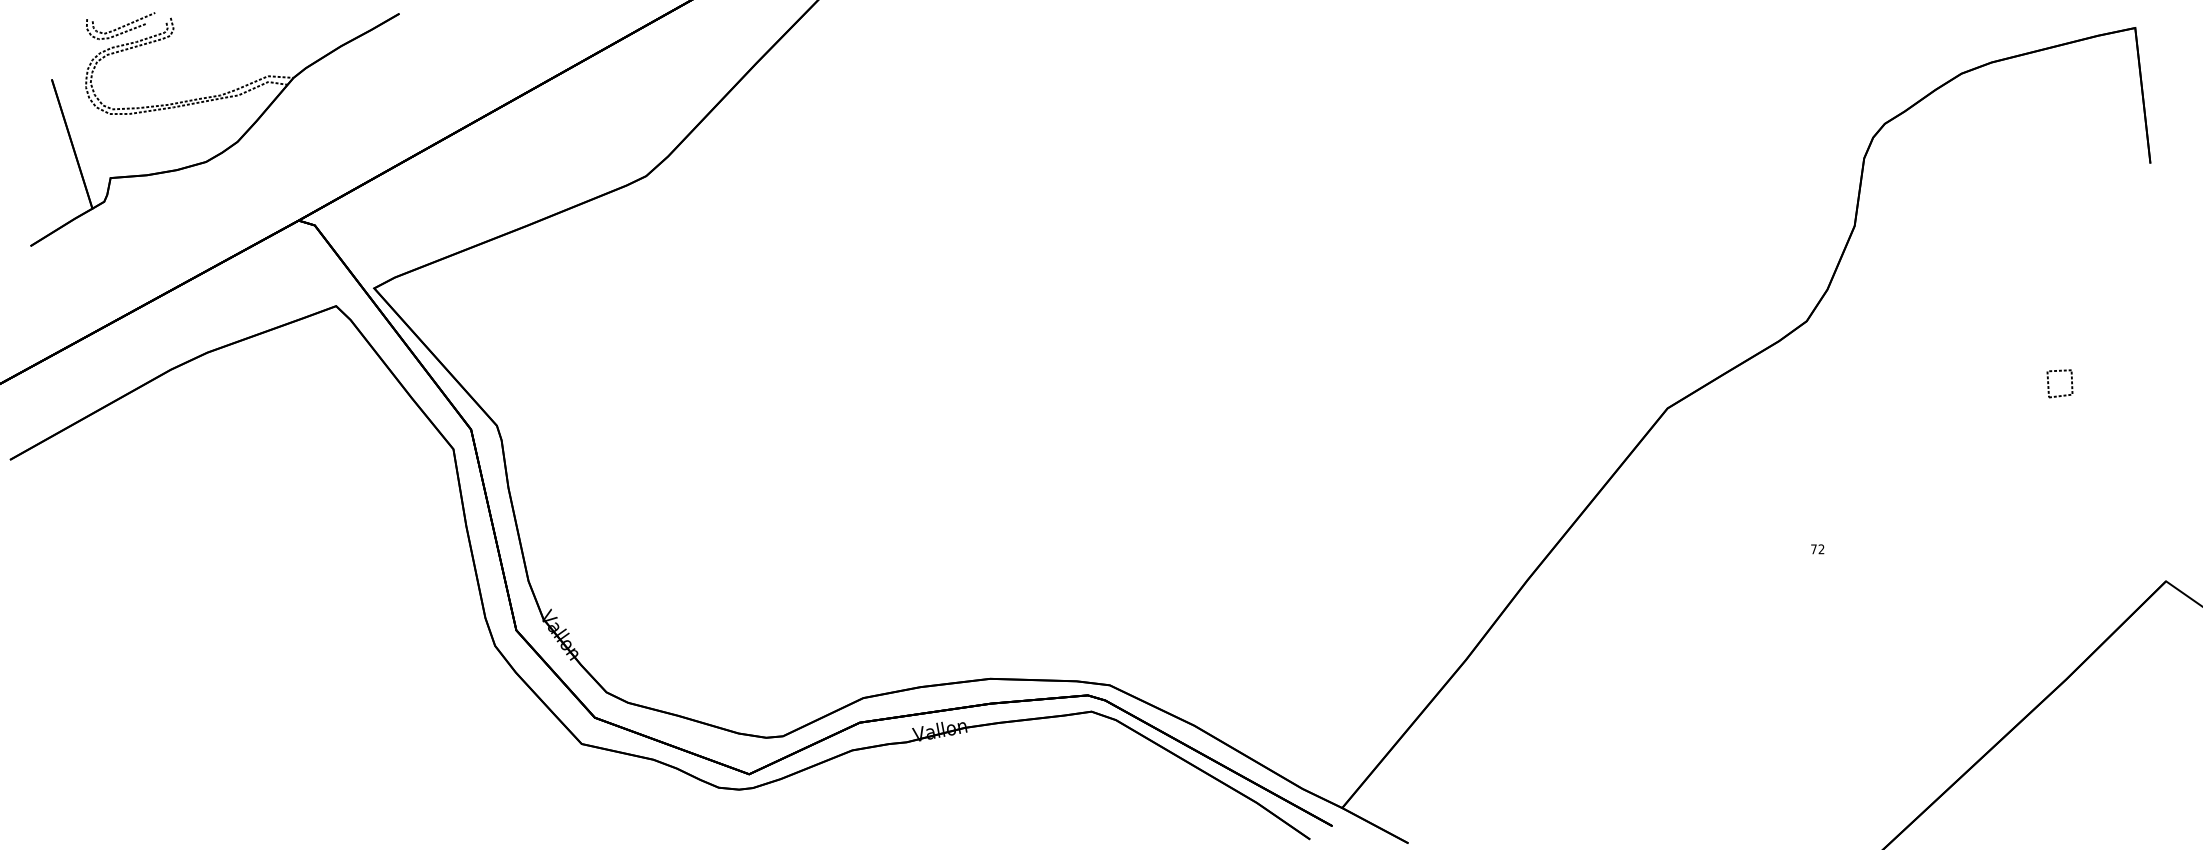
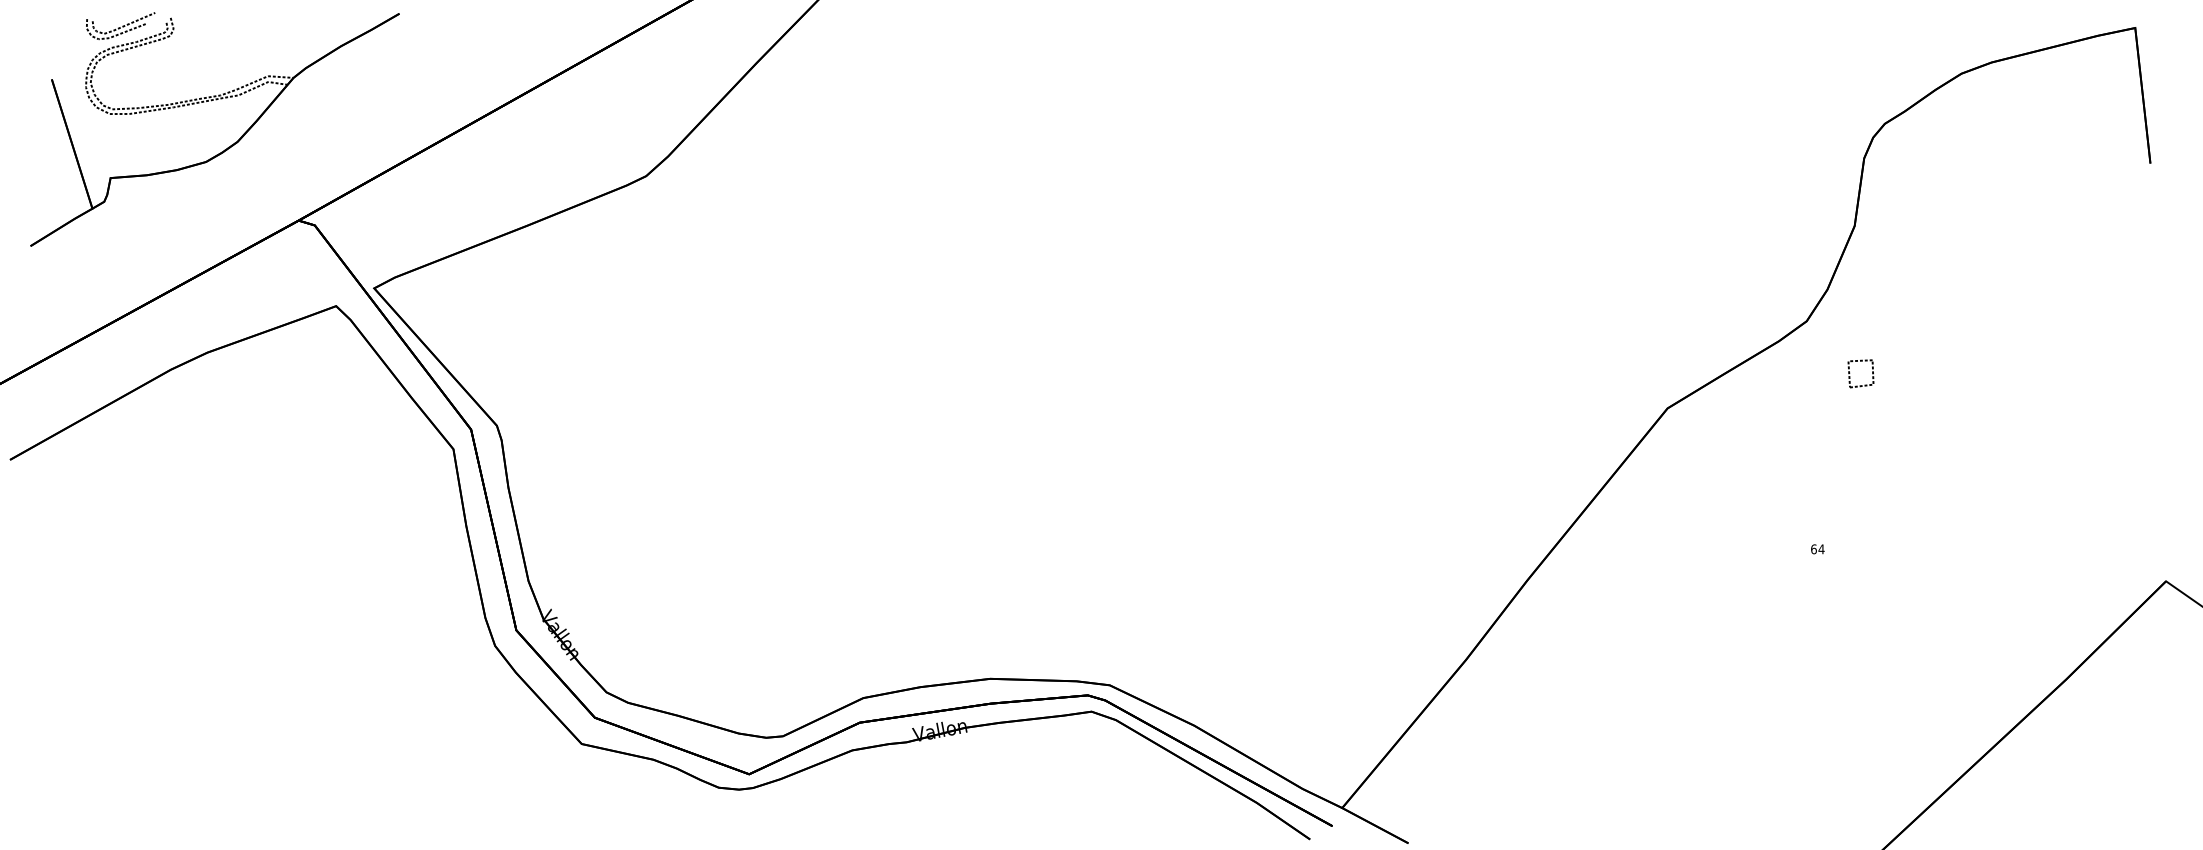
part at (2049, 383) position: (2049, 383) -> (1850, 373)
text at (1817, 549): 72 -> 64
